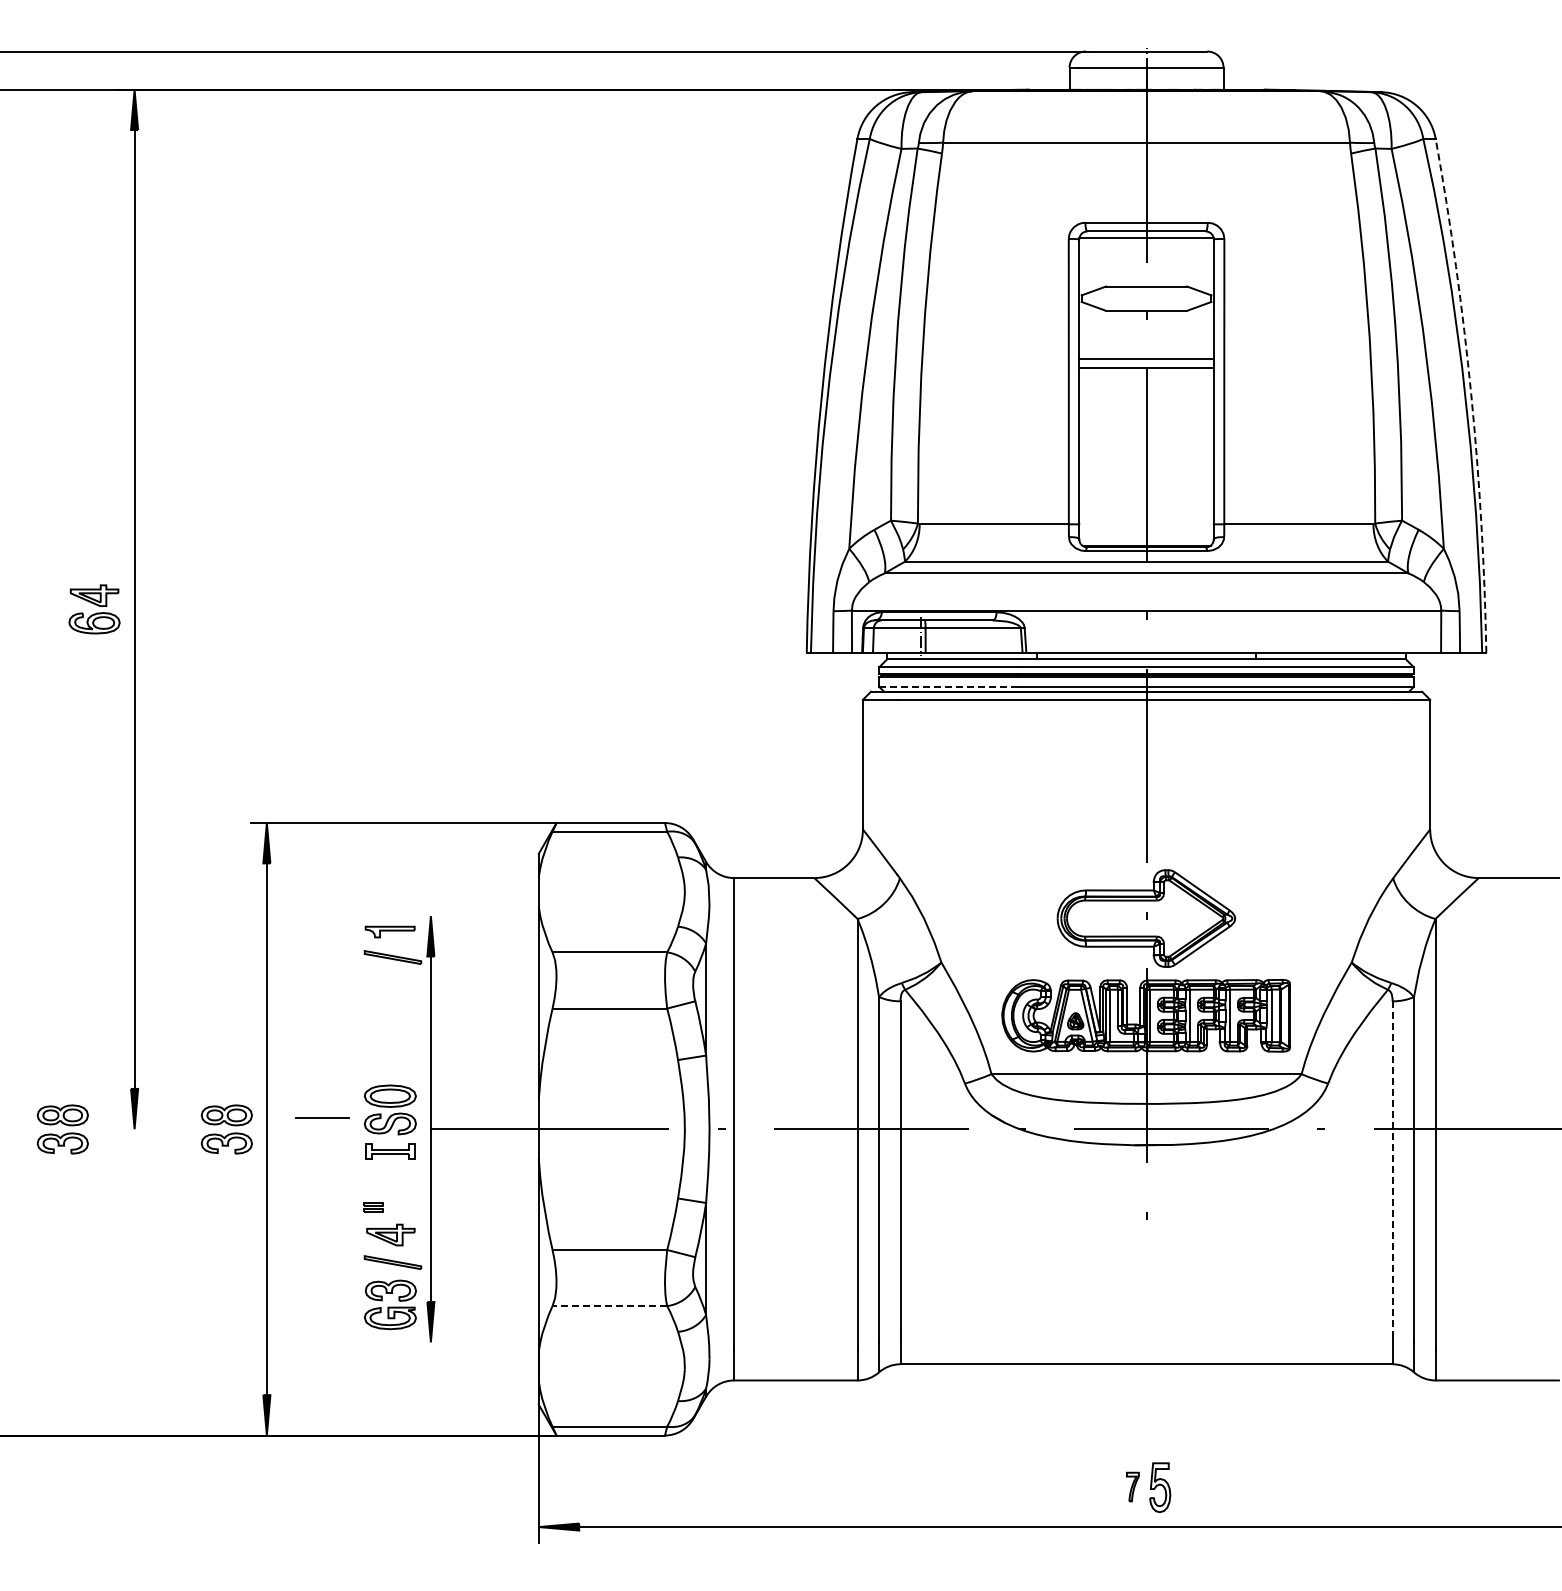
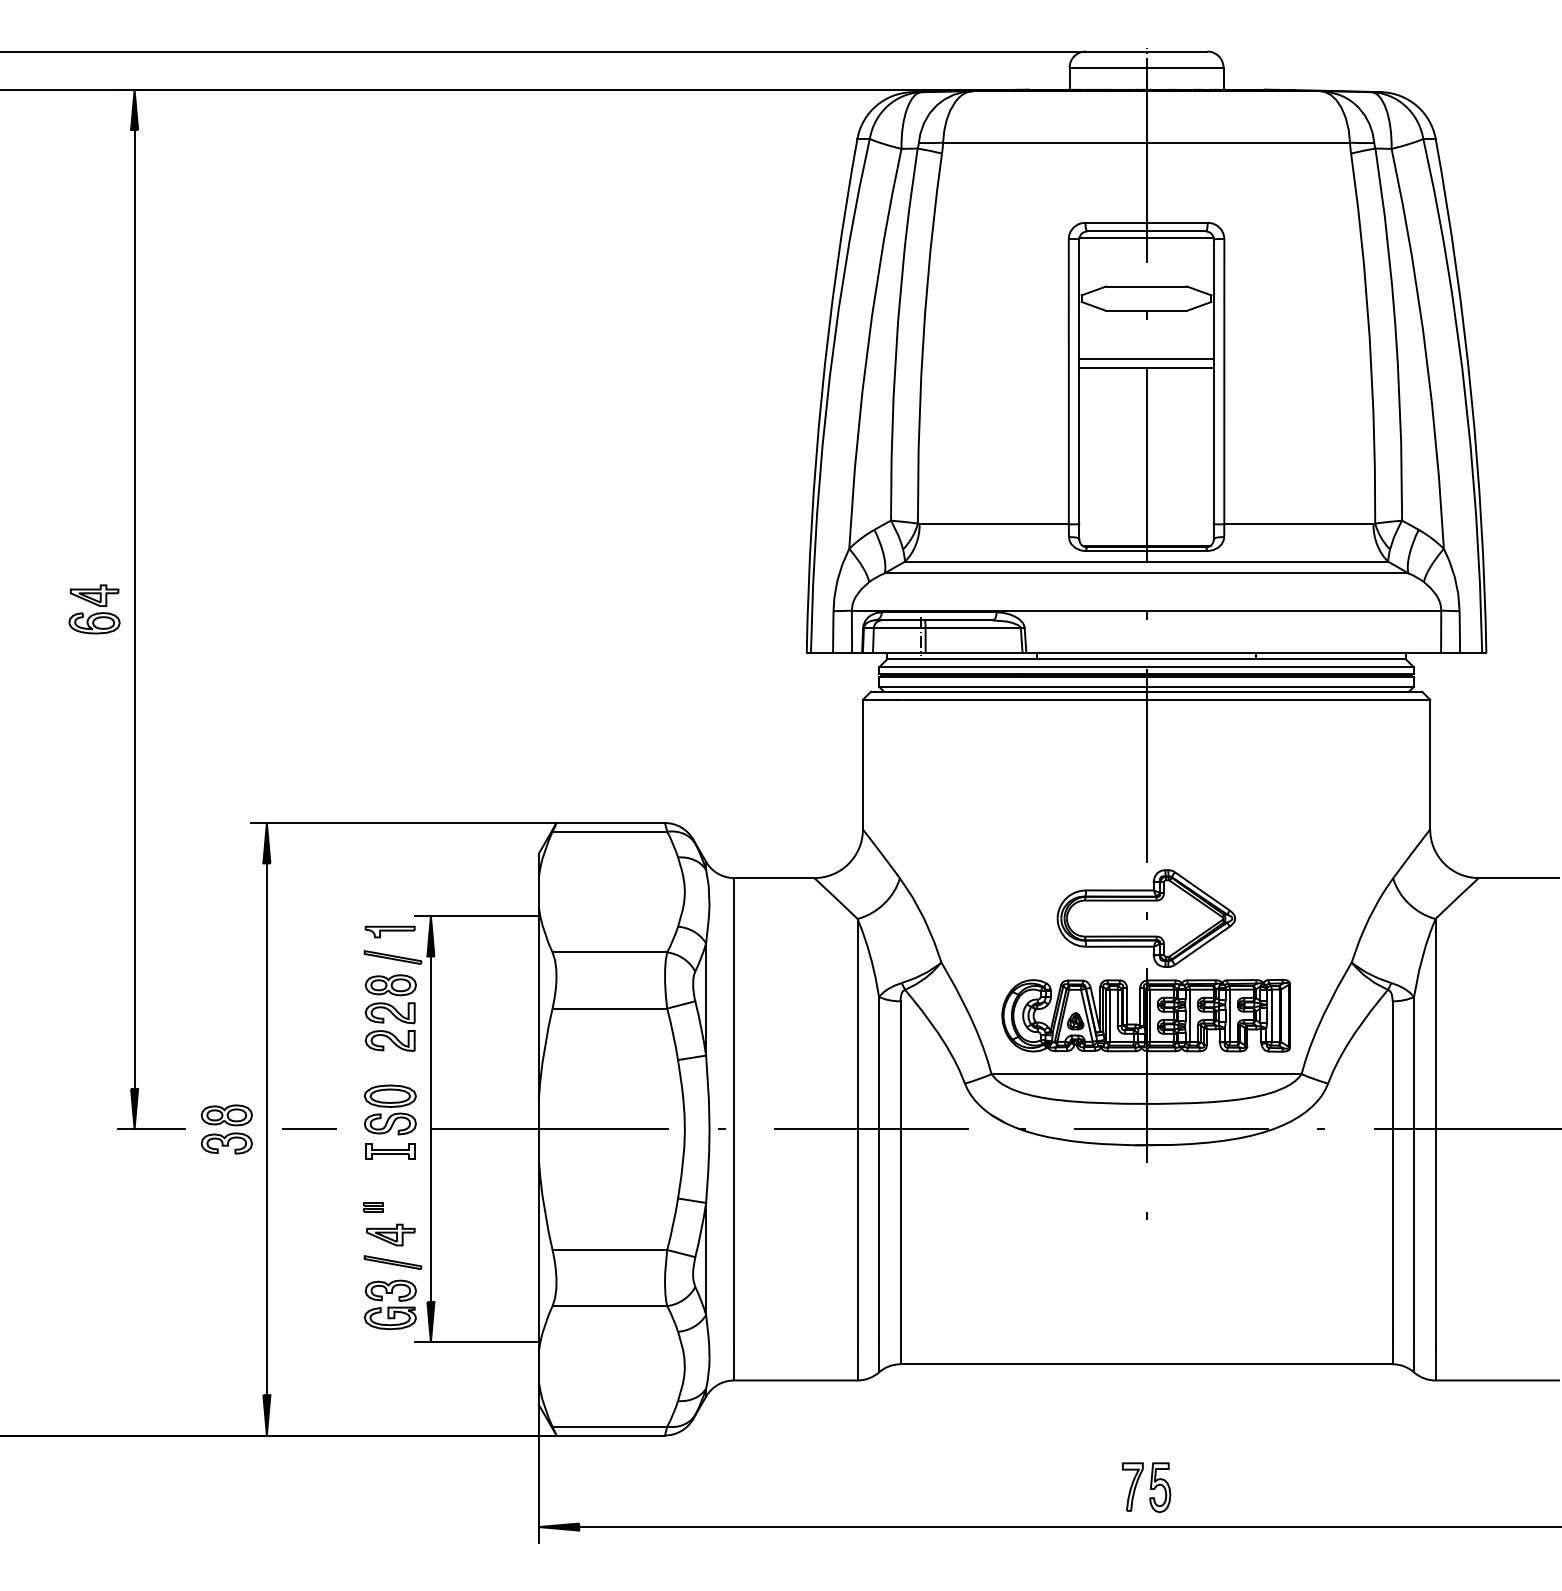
arc at (1471, 394): dashed -> solid
line at (948, 686): dashed -> solid
line at (477, 916): none -> present
part at (390, 1012): none -> present
line at (322, 1117) position: (322, 1117) -> (309, 1128)
part at (62, 1129): present -> none
line at (151, 1129): none -> present
line at (1392, 1168): dashed -> solid
line at (609, 1306): dashed -> solid
line at (477, 1342): none -> present
part at (1132, 1486) size: 14x32 px -> 22x50 px
